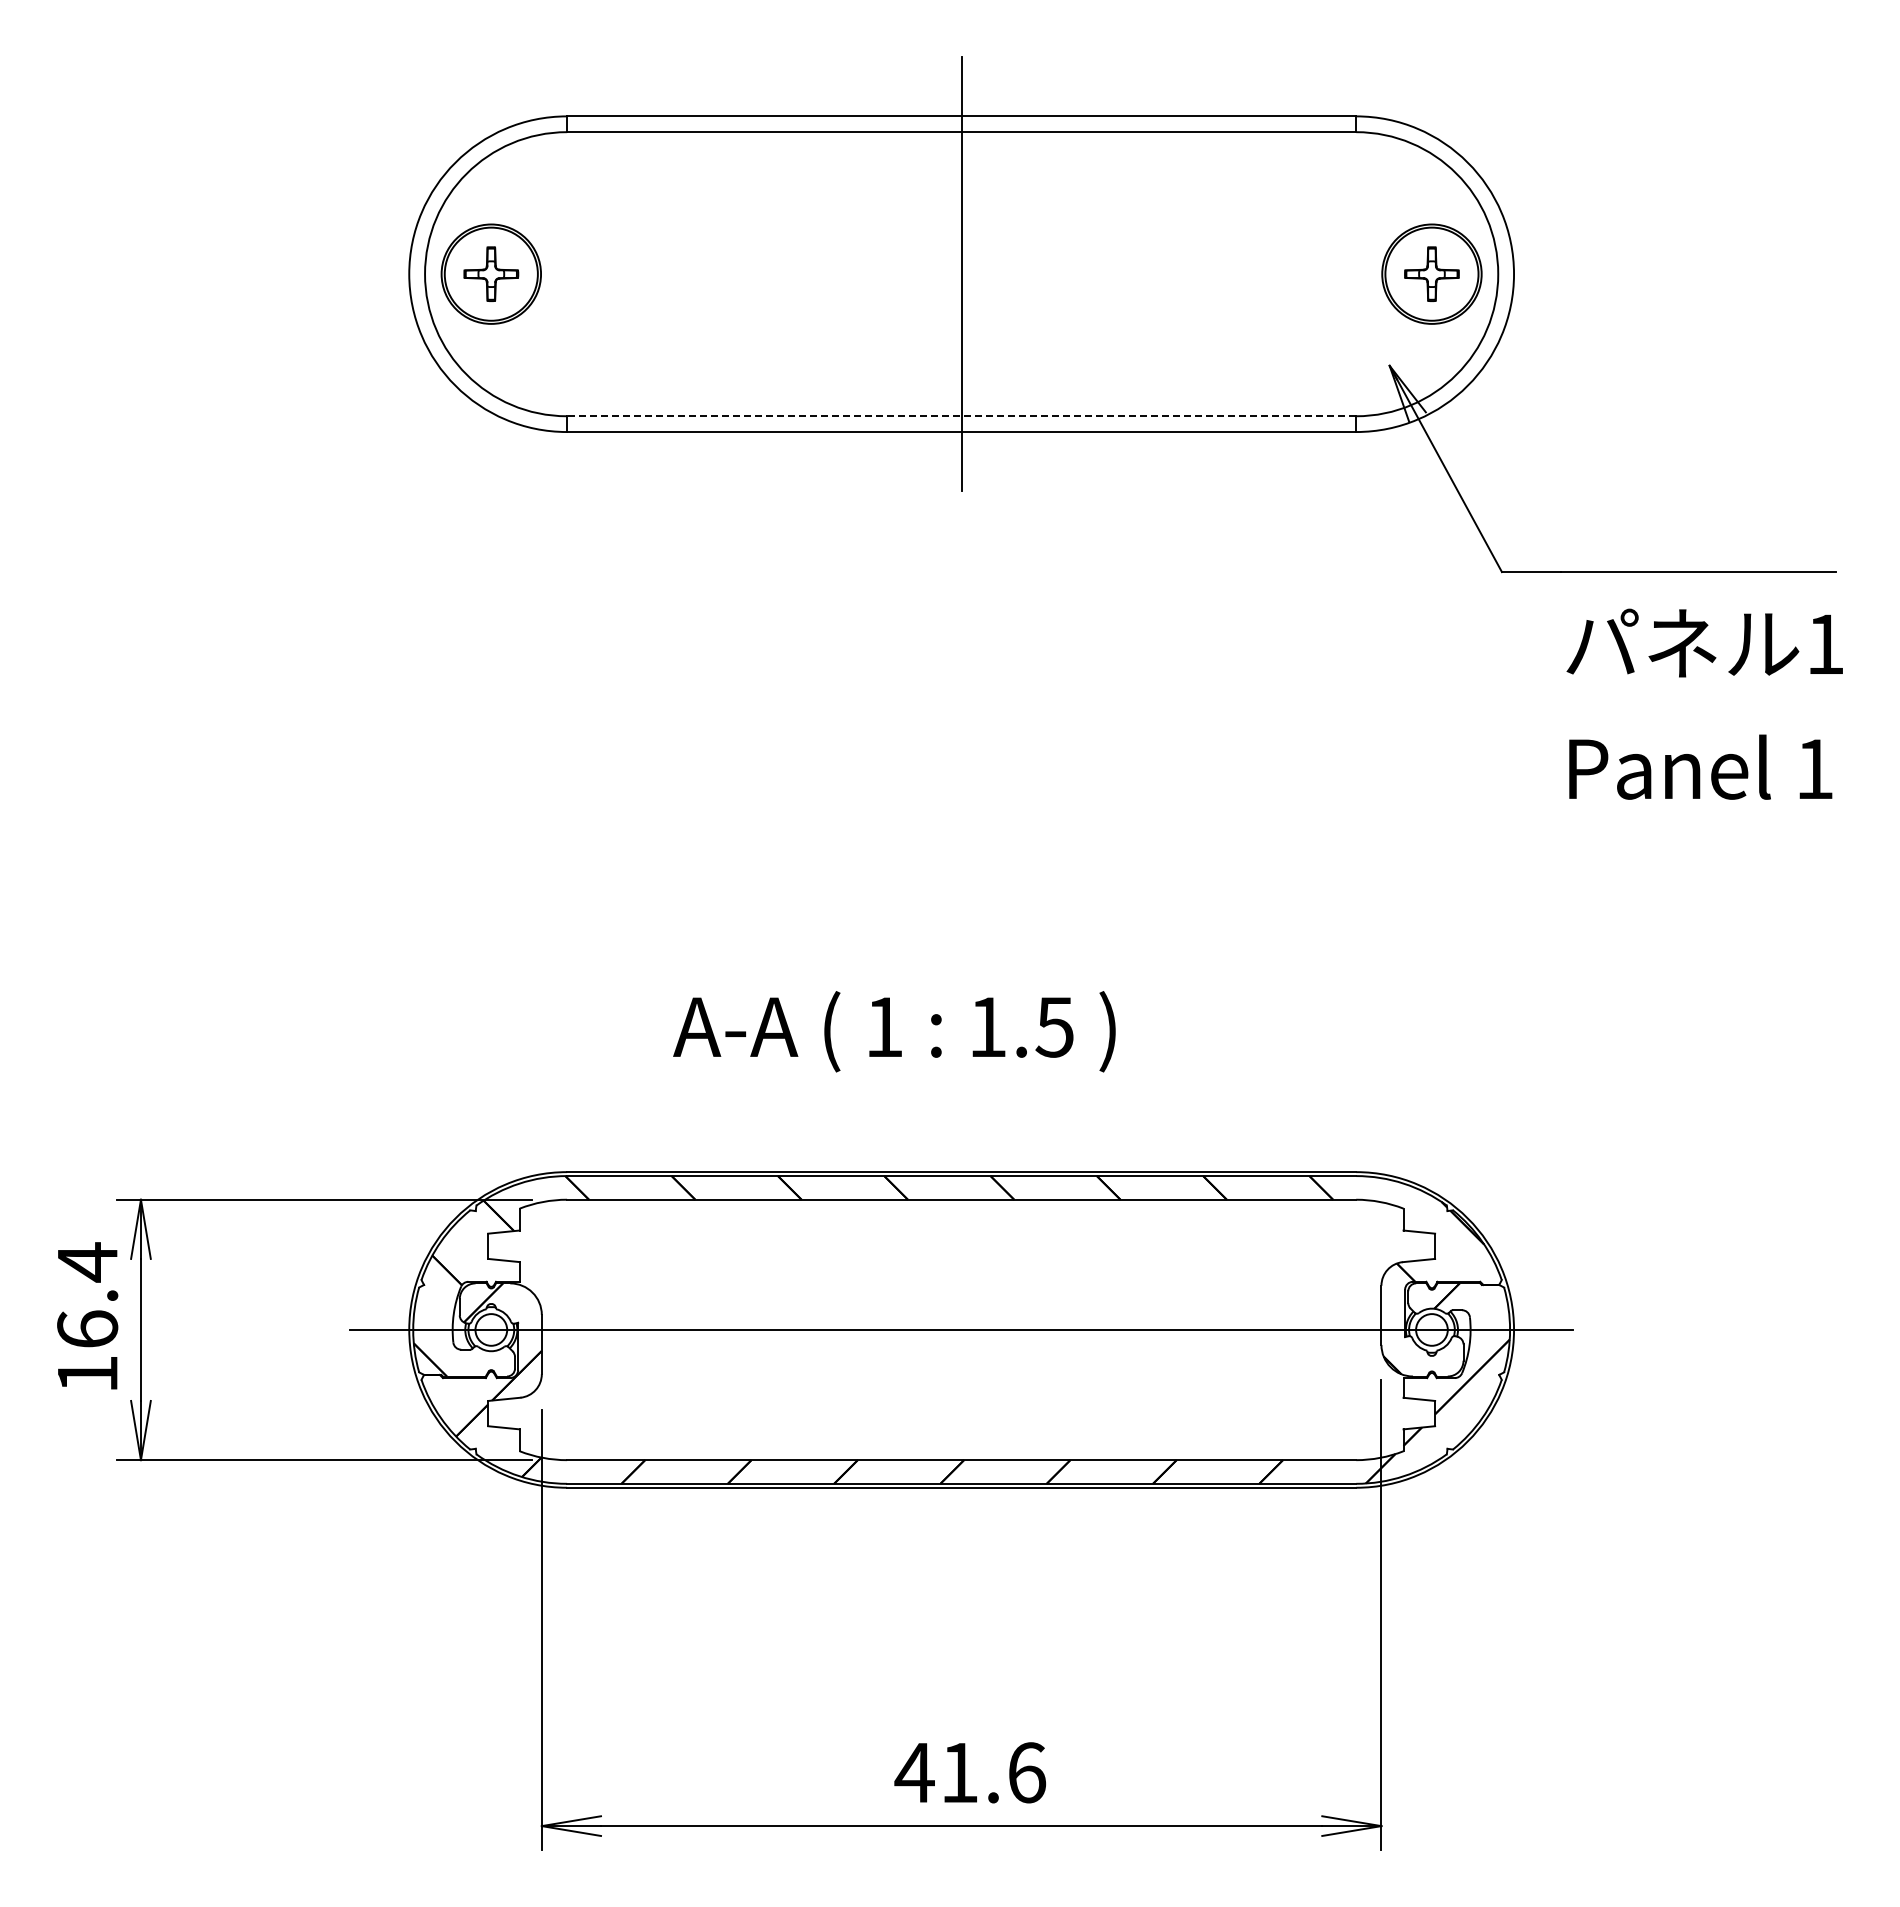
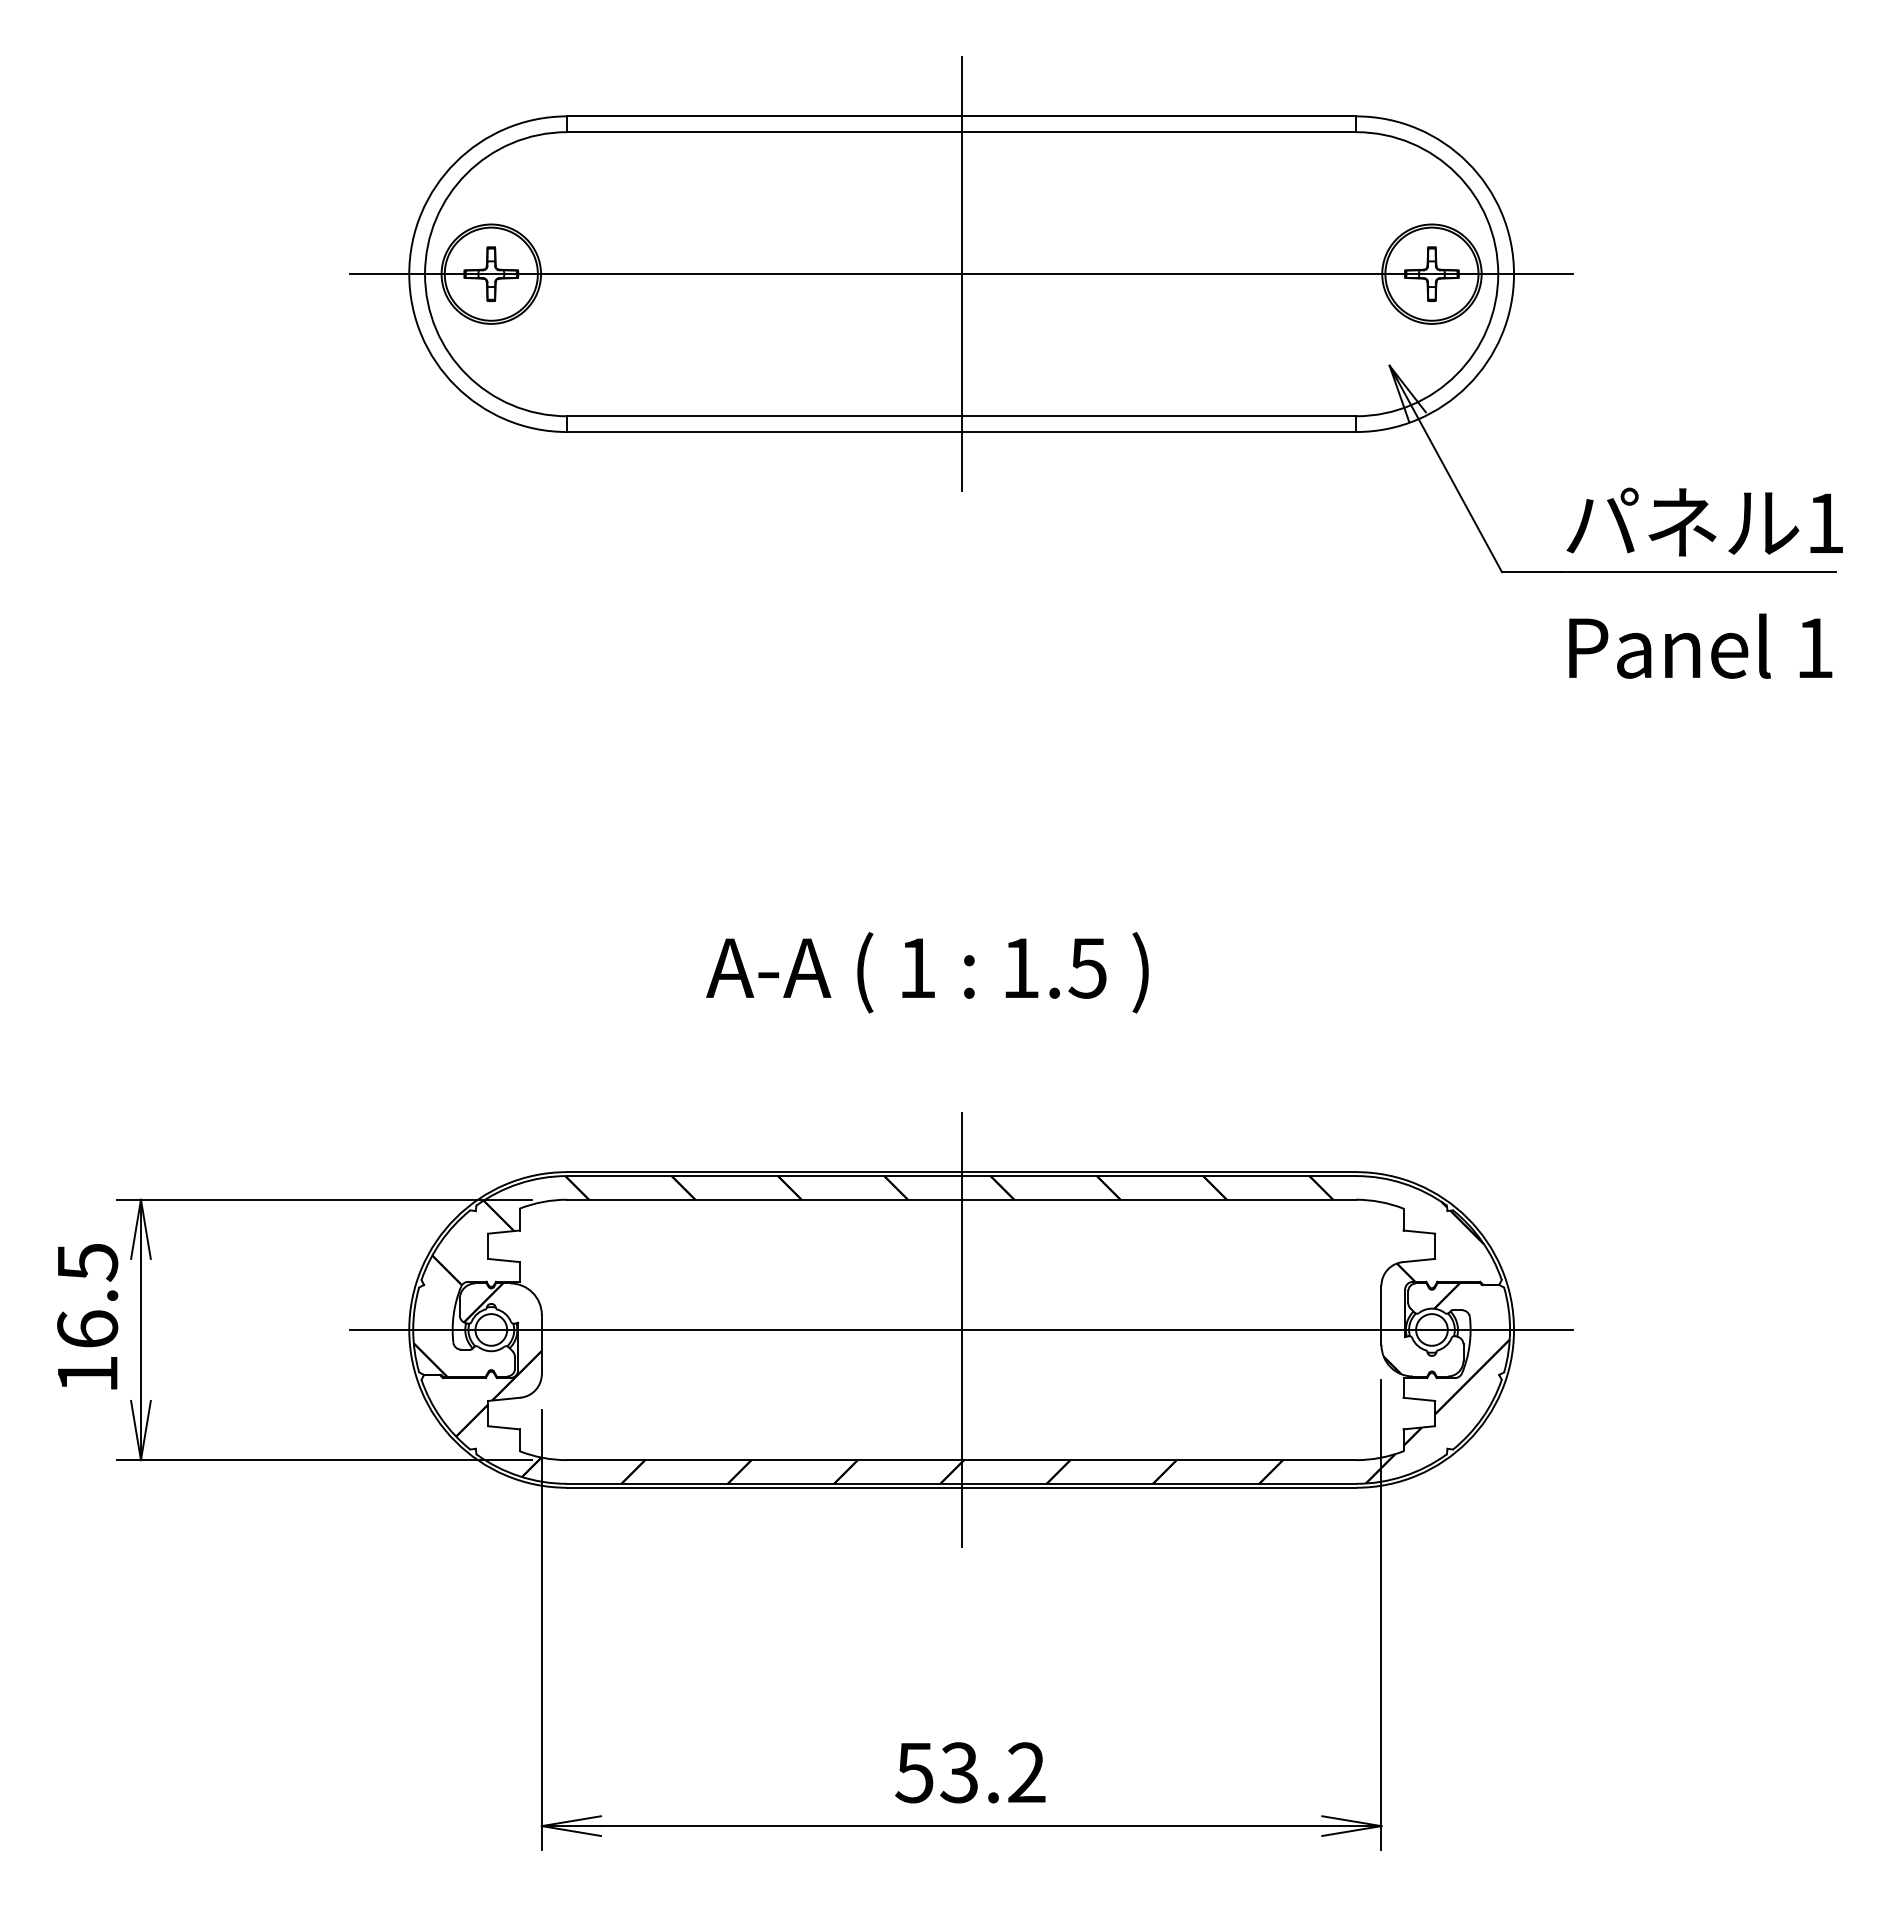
line at (961, 274): none -> present
line at (961, 416): dashed -> solid
text at (1704, 703) position: (1704, 703) -> (1704, 582)
text at (894, 1031) position: (894, 1031) -> (927, 972)
text at (88, 1262): 16.4 -> 16.5
line at (961, 1329): none -> present
text at (970, 1772): 41.6 -> 53.2
